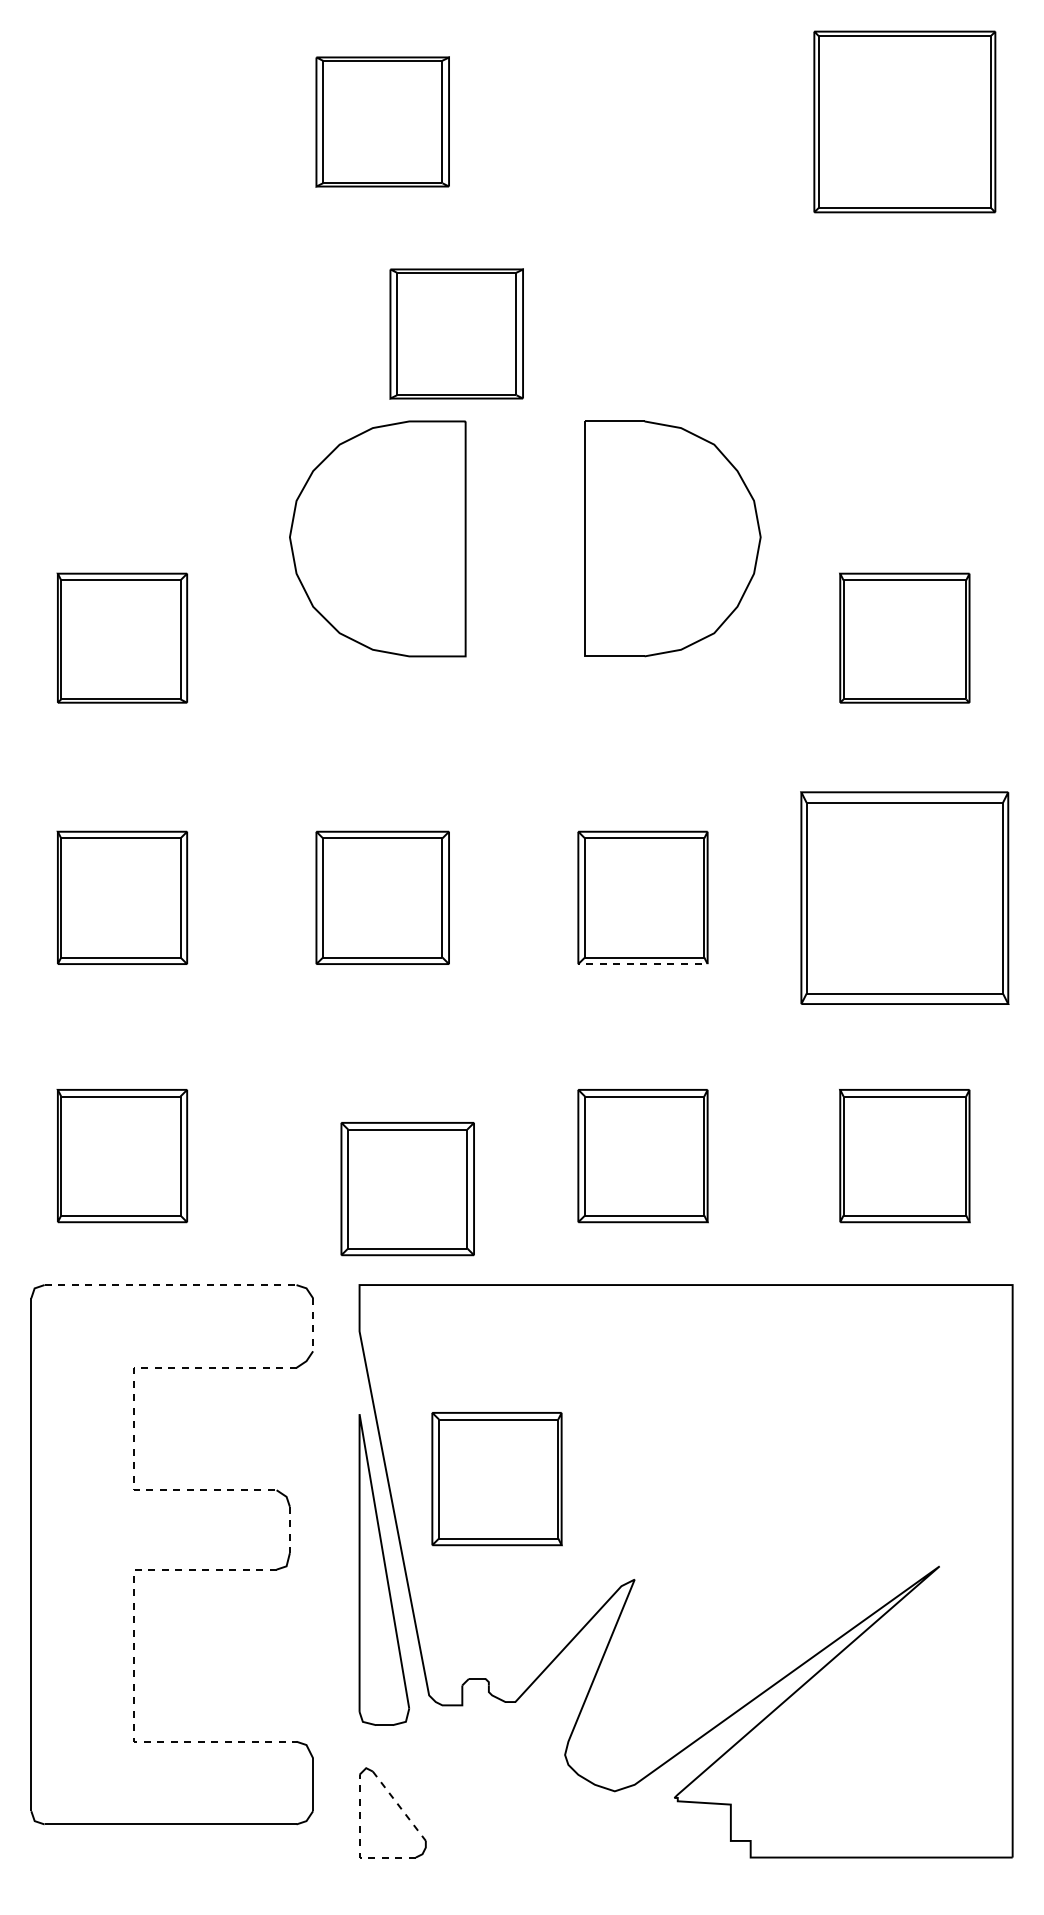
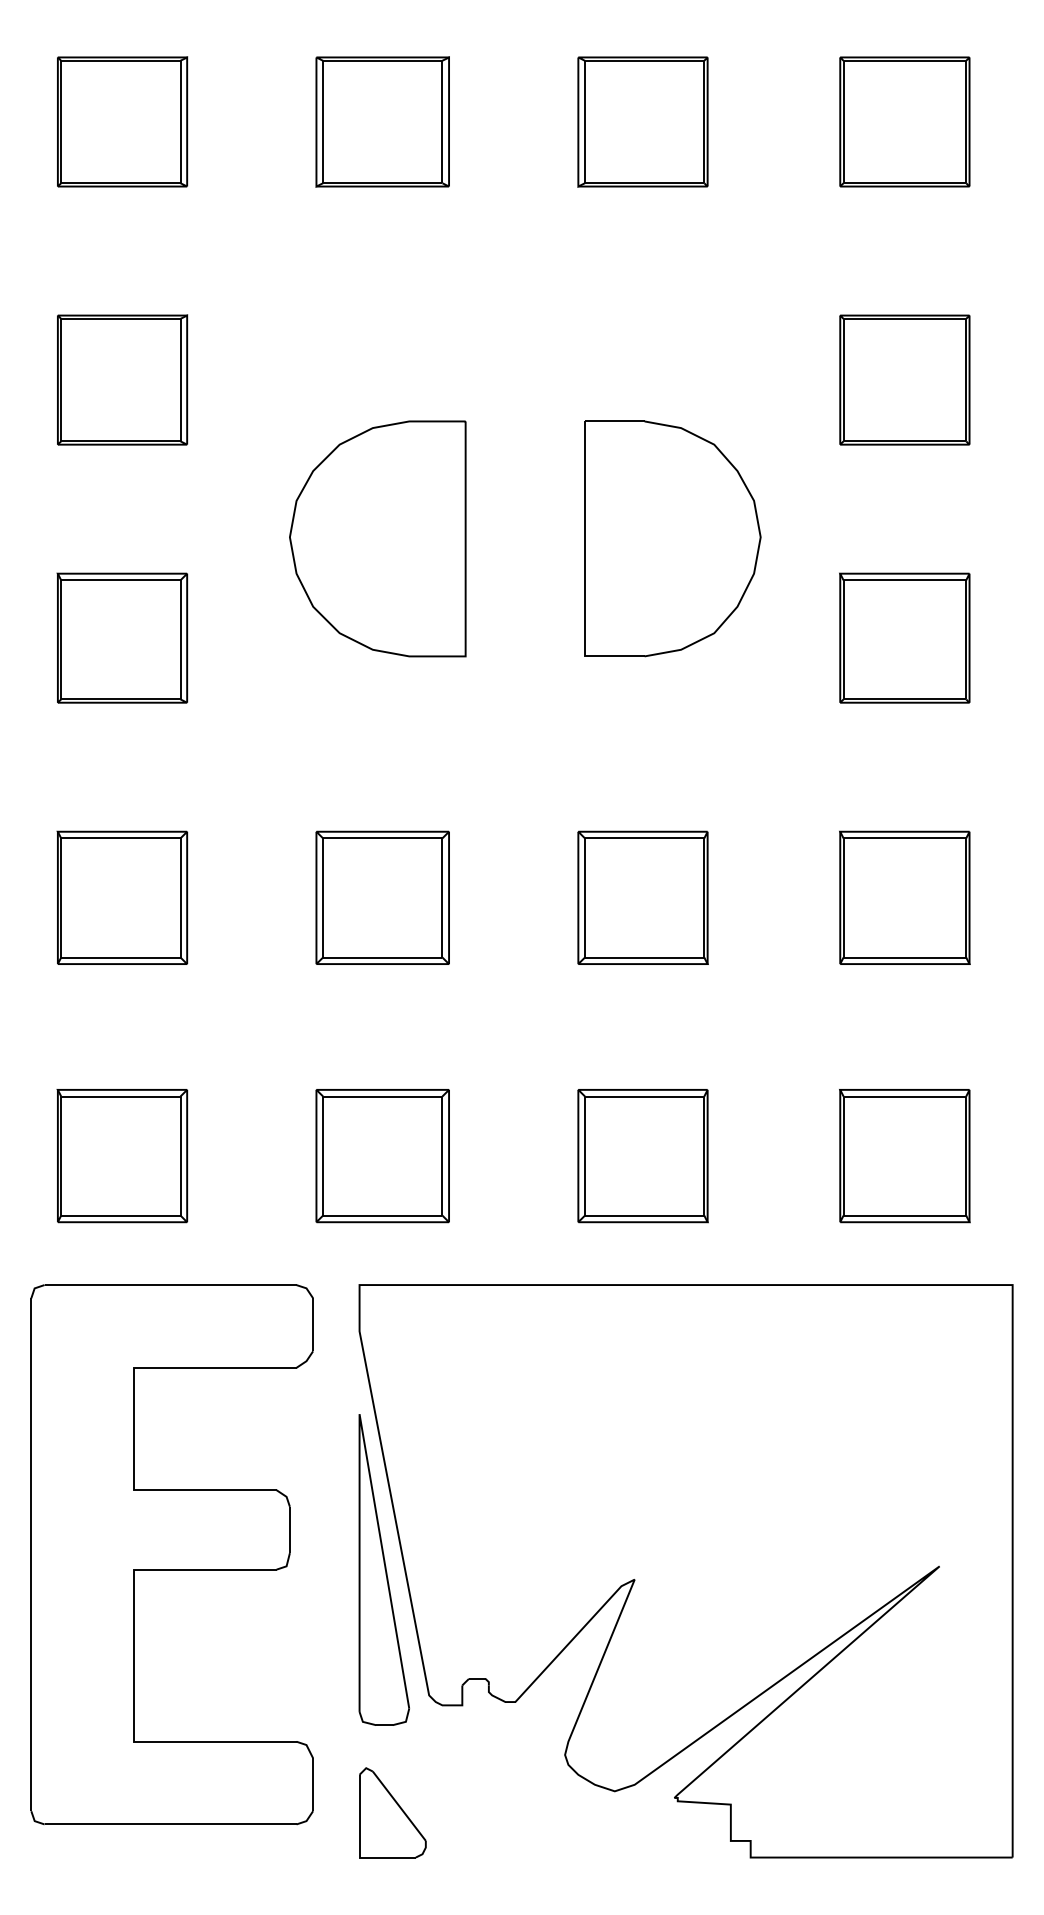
part at (122, 121): none -> present
part at (642, 121): none -> present
part at (904, 121) size: 184x184 px -> 132x132 px
part at (456, 333): present -> none
part at (122, 379): none -> present
part at (904, 379): none -> present
part at (904, 897) size: 210x214 px -> 132x135 px
line at (646, 964): dashed -> solid
part at (407, 1189) position: (407, 1189) -> (382, 1156)
line at (170, 1285): dashed -> solid
line at (313, 1324): dashed -> solid
line at (134, 1419): dashed -> solid
part at (496, 1479): present -> none
line at (289, 1530): dashed -> solid
line at (134, 1666): dashed -> solid
line at (399, 1806): dashed -> solid
line at (359, 1844): dashed -> solid
